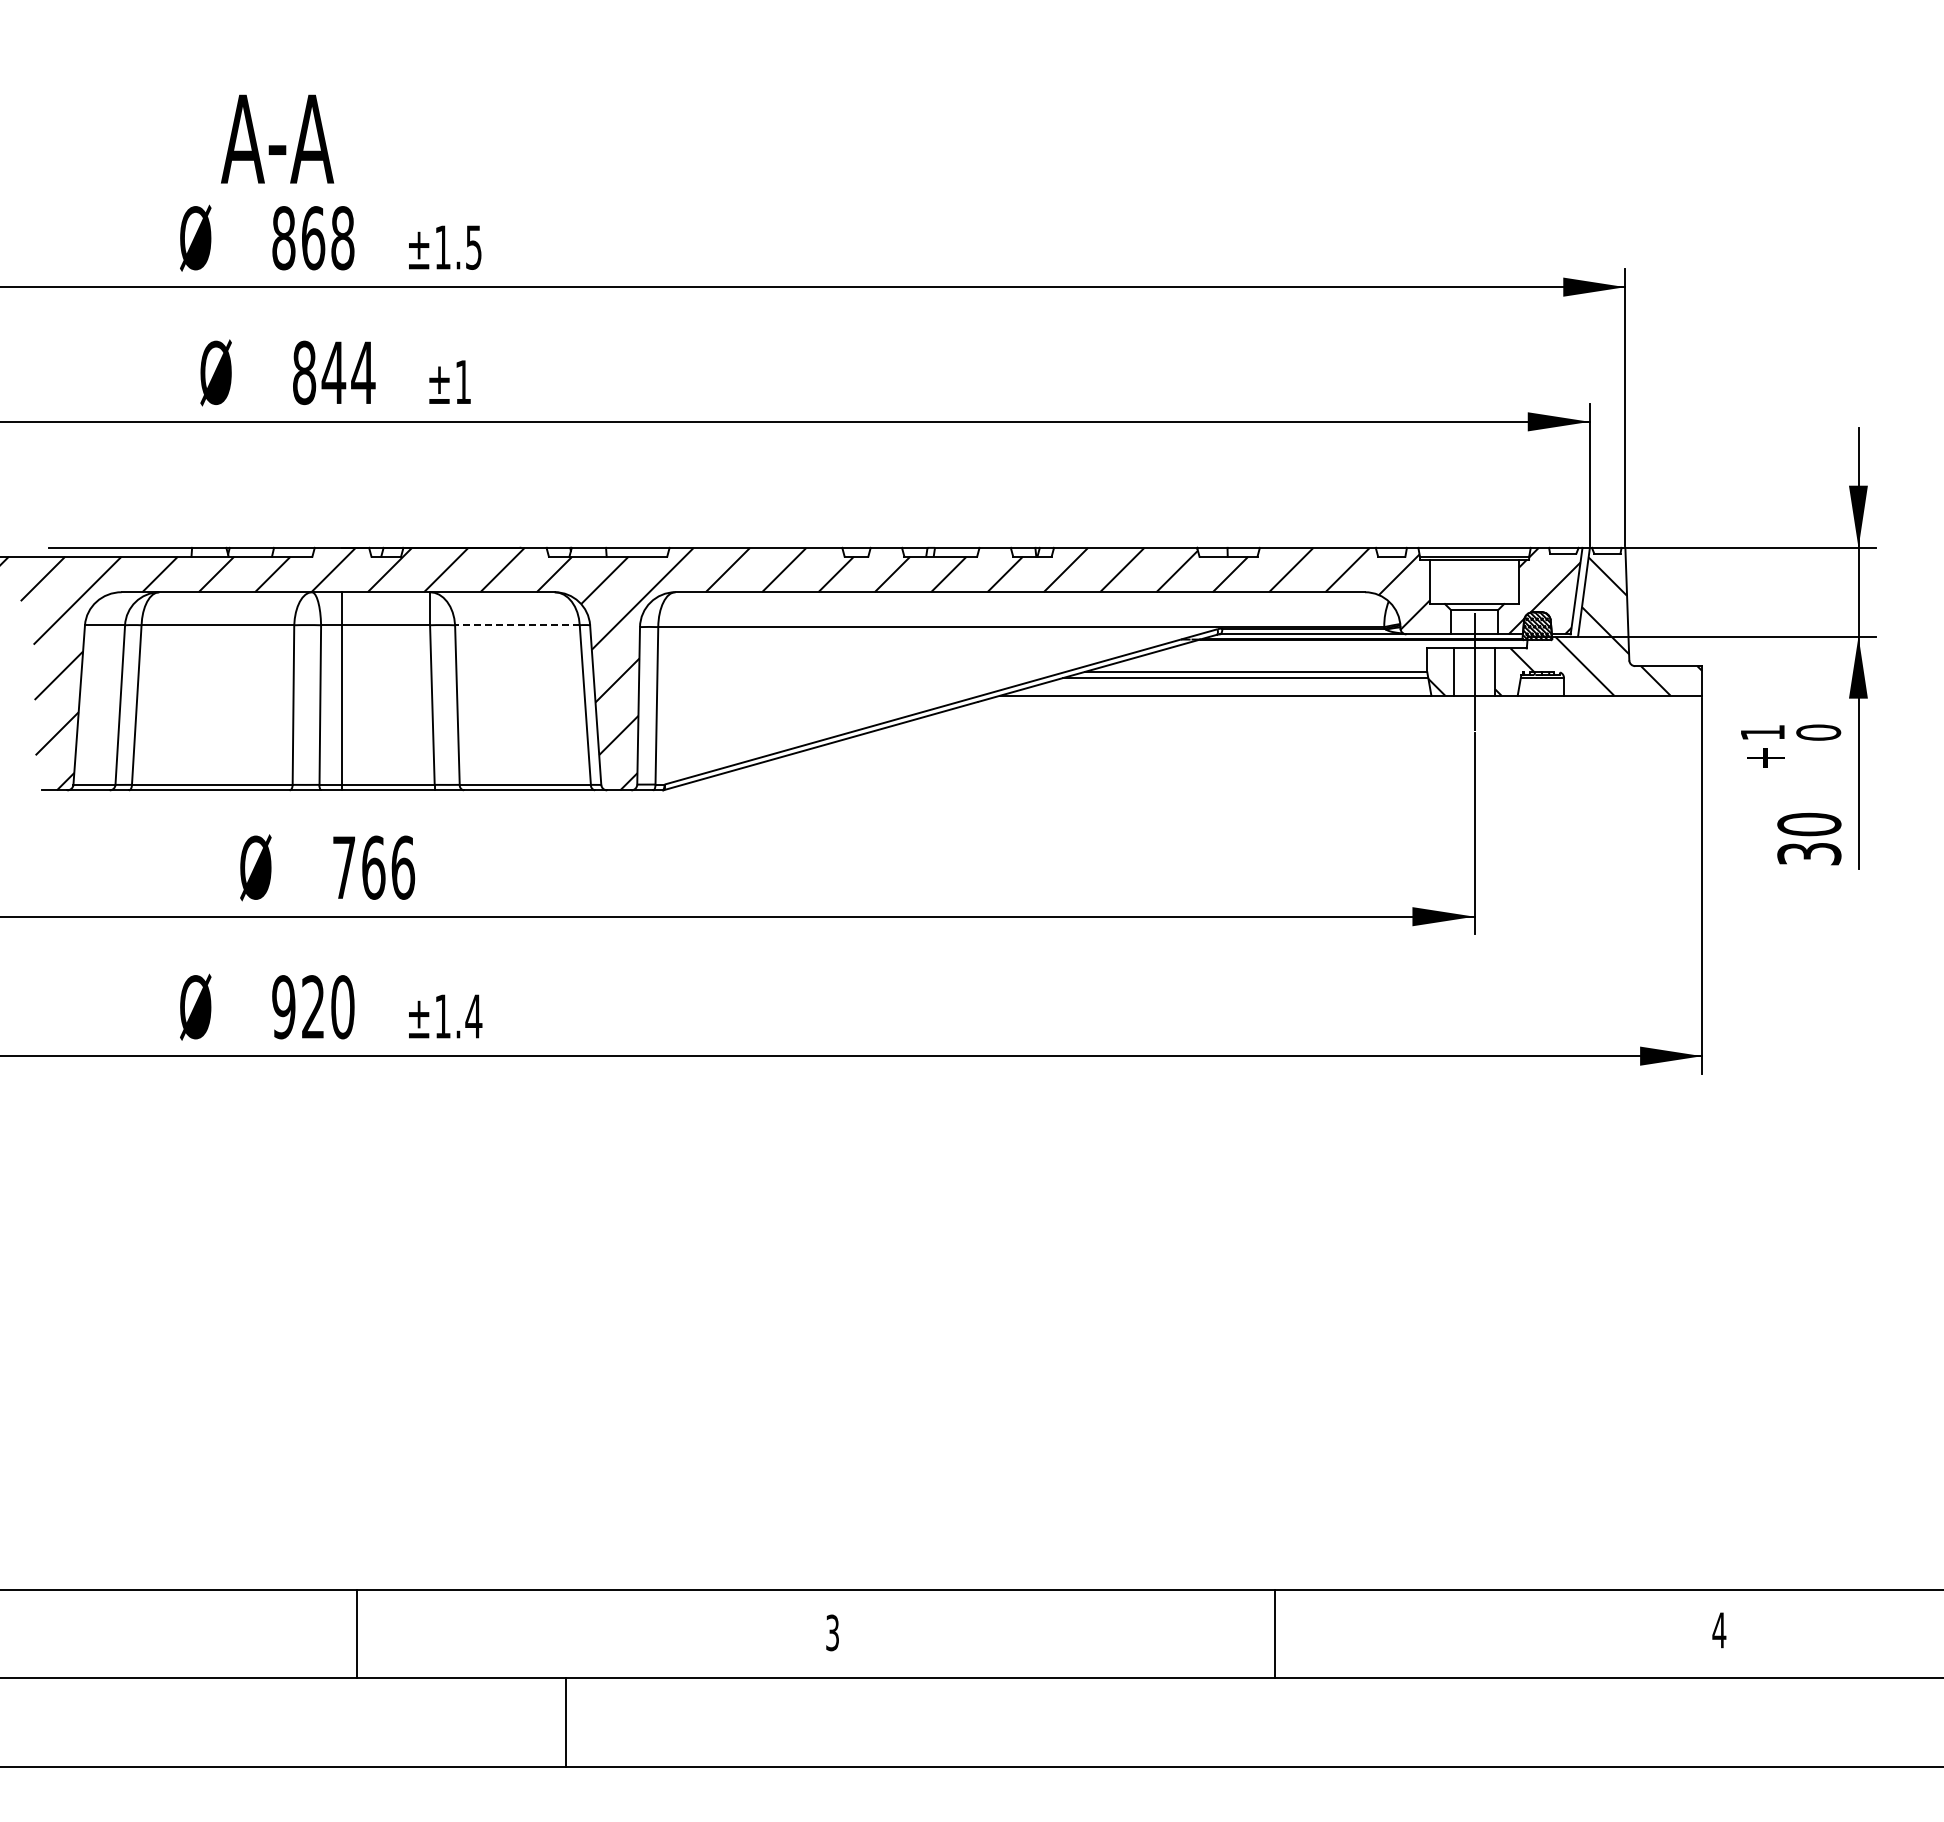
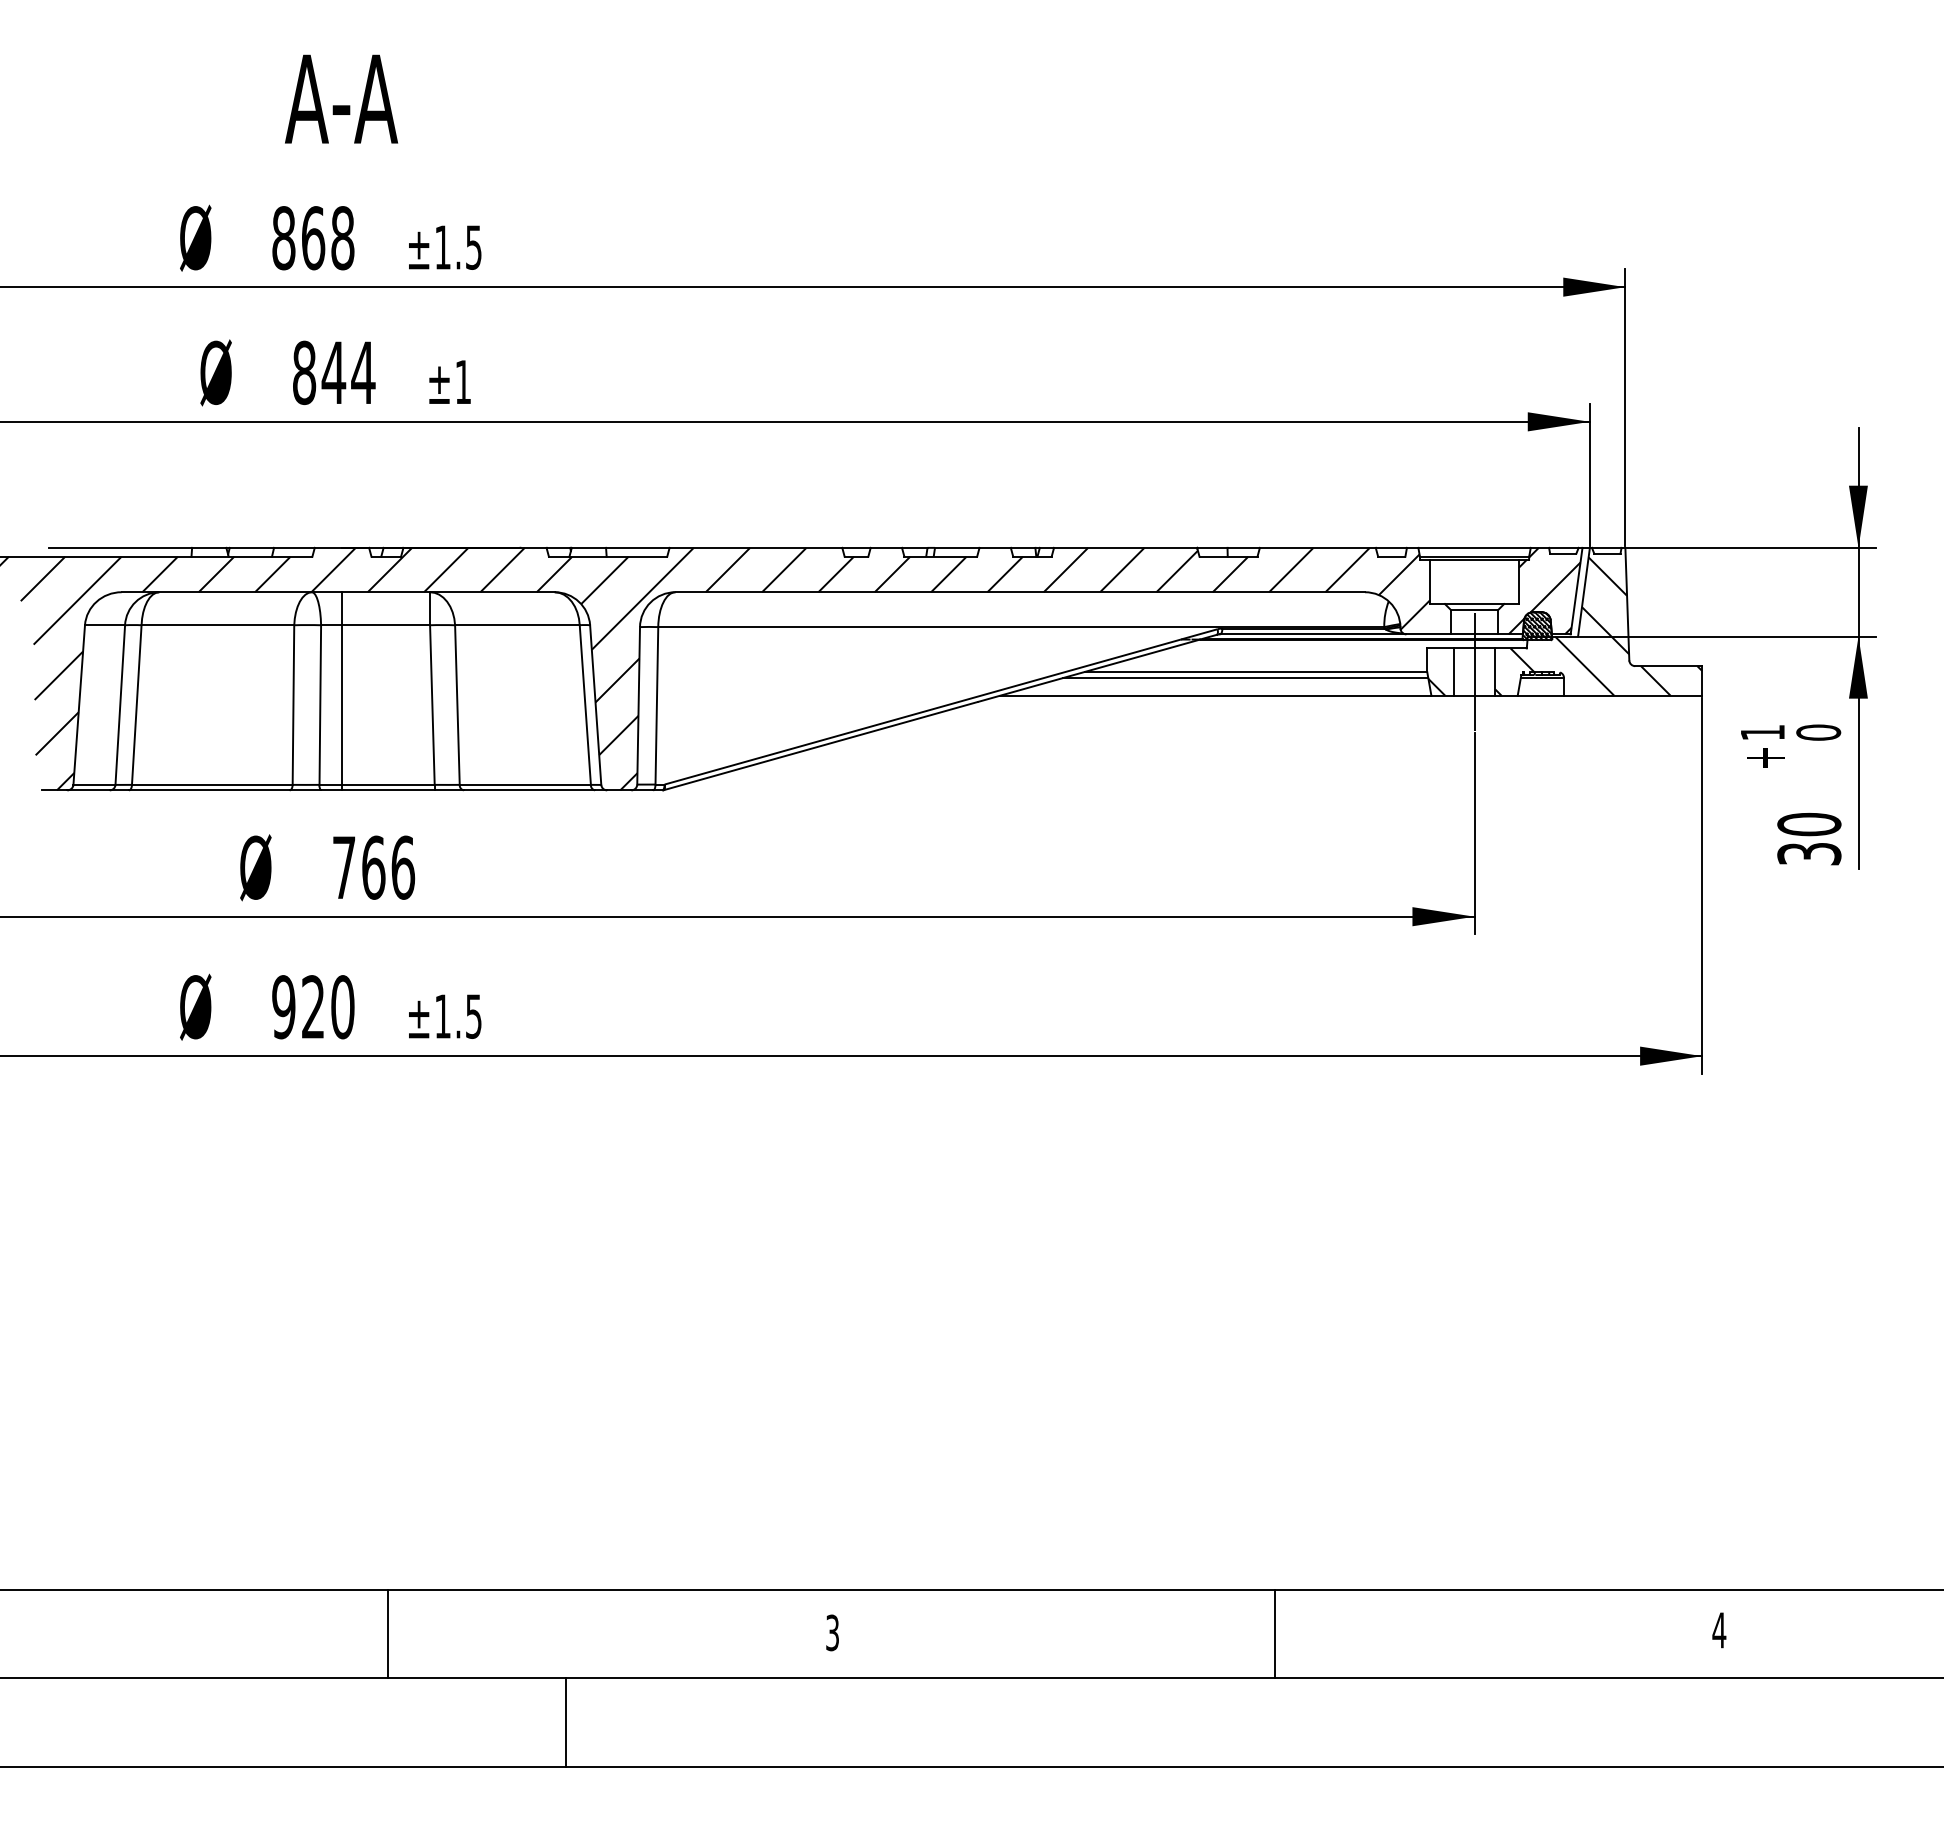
text at (277, 138) position: (277, 138) -> (341, 98)
line at (516, 625): dashed -> solid
text at (473, 1016): ±1.4 -> ±1.5
line at (357, 1633) position: (357, 1633) -> (388, 1633)
